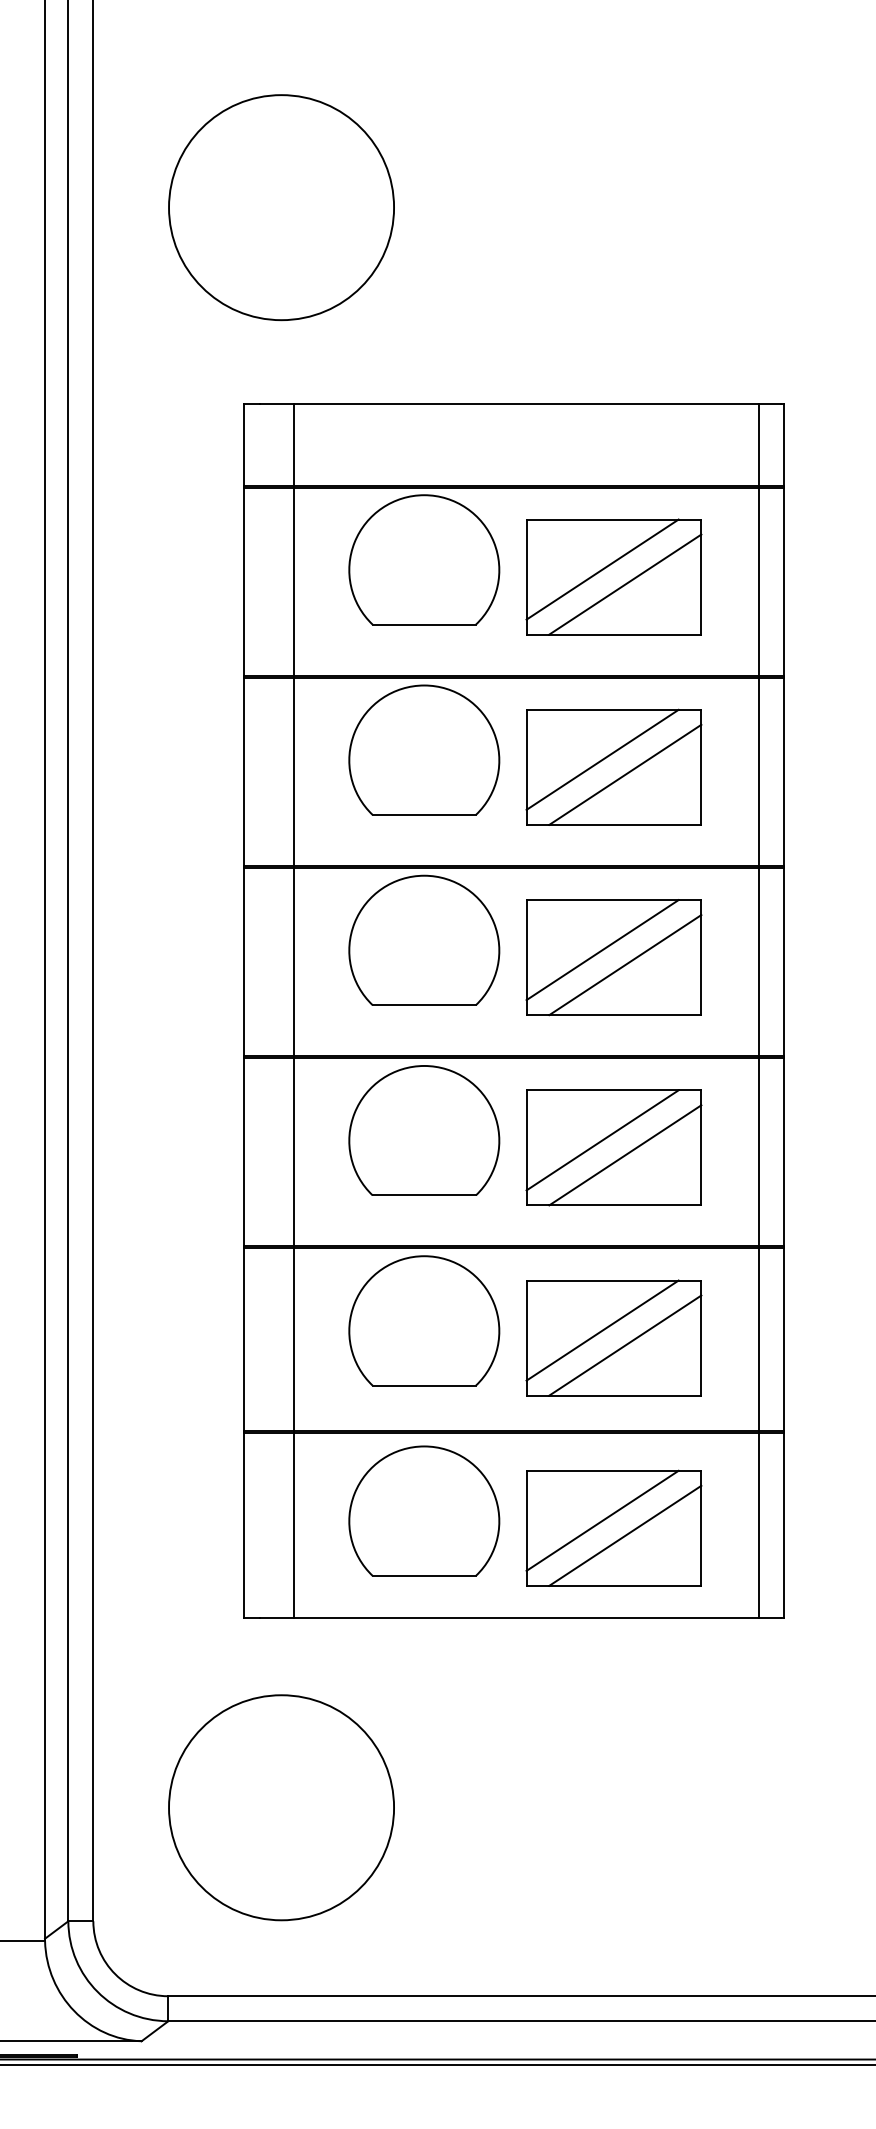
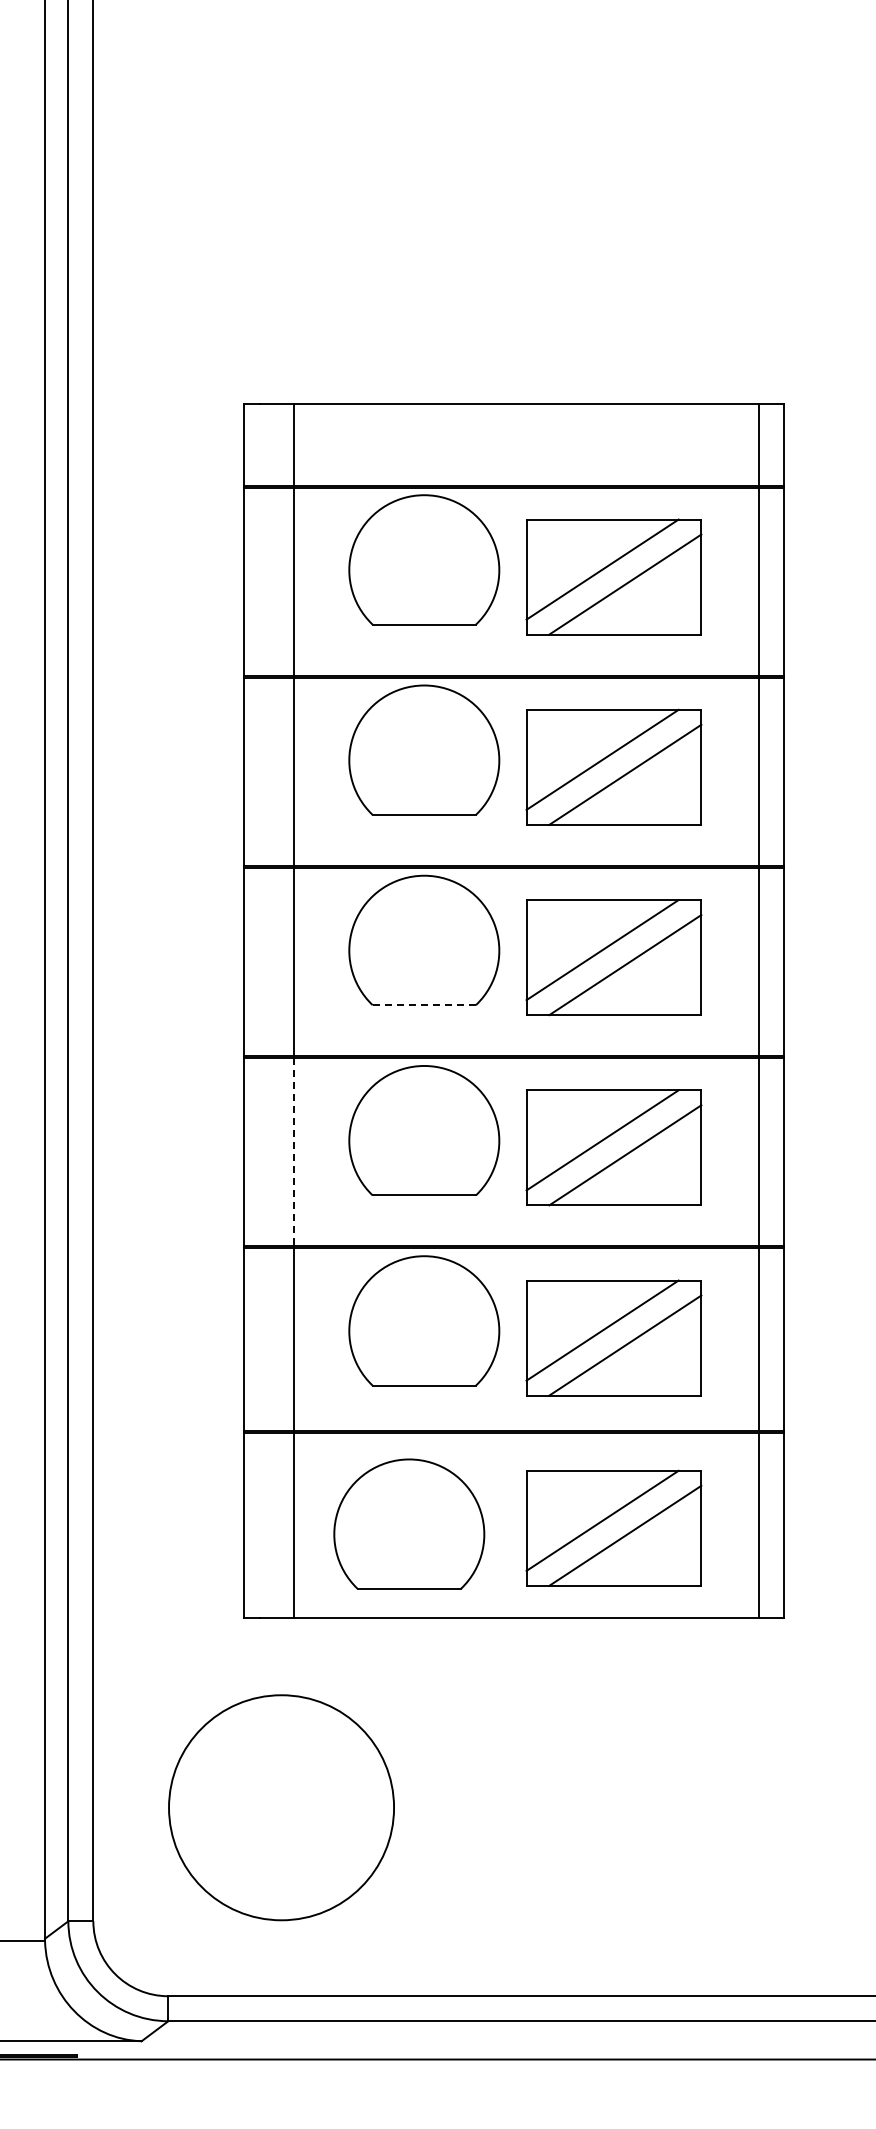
circle at (281, 207): present -> none
line at (424, 1005): solid -> dashed
line at (294, 1151): solid -> dashed
part at (424, 1510) position: (424, 1510) -> (409, 1523)
line at (437, 2065): present -> none
